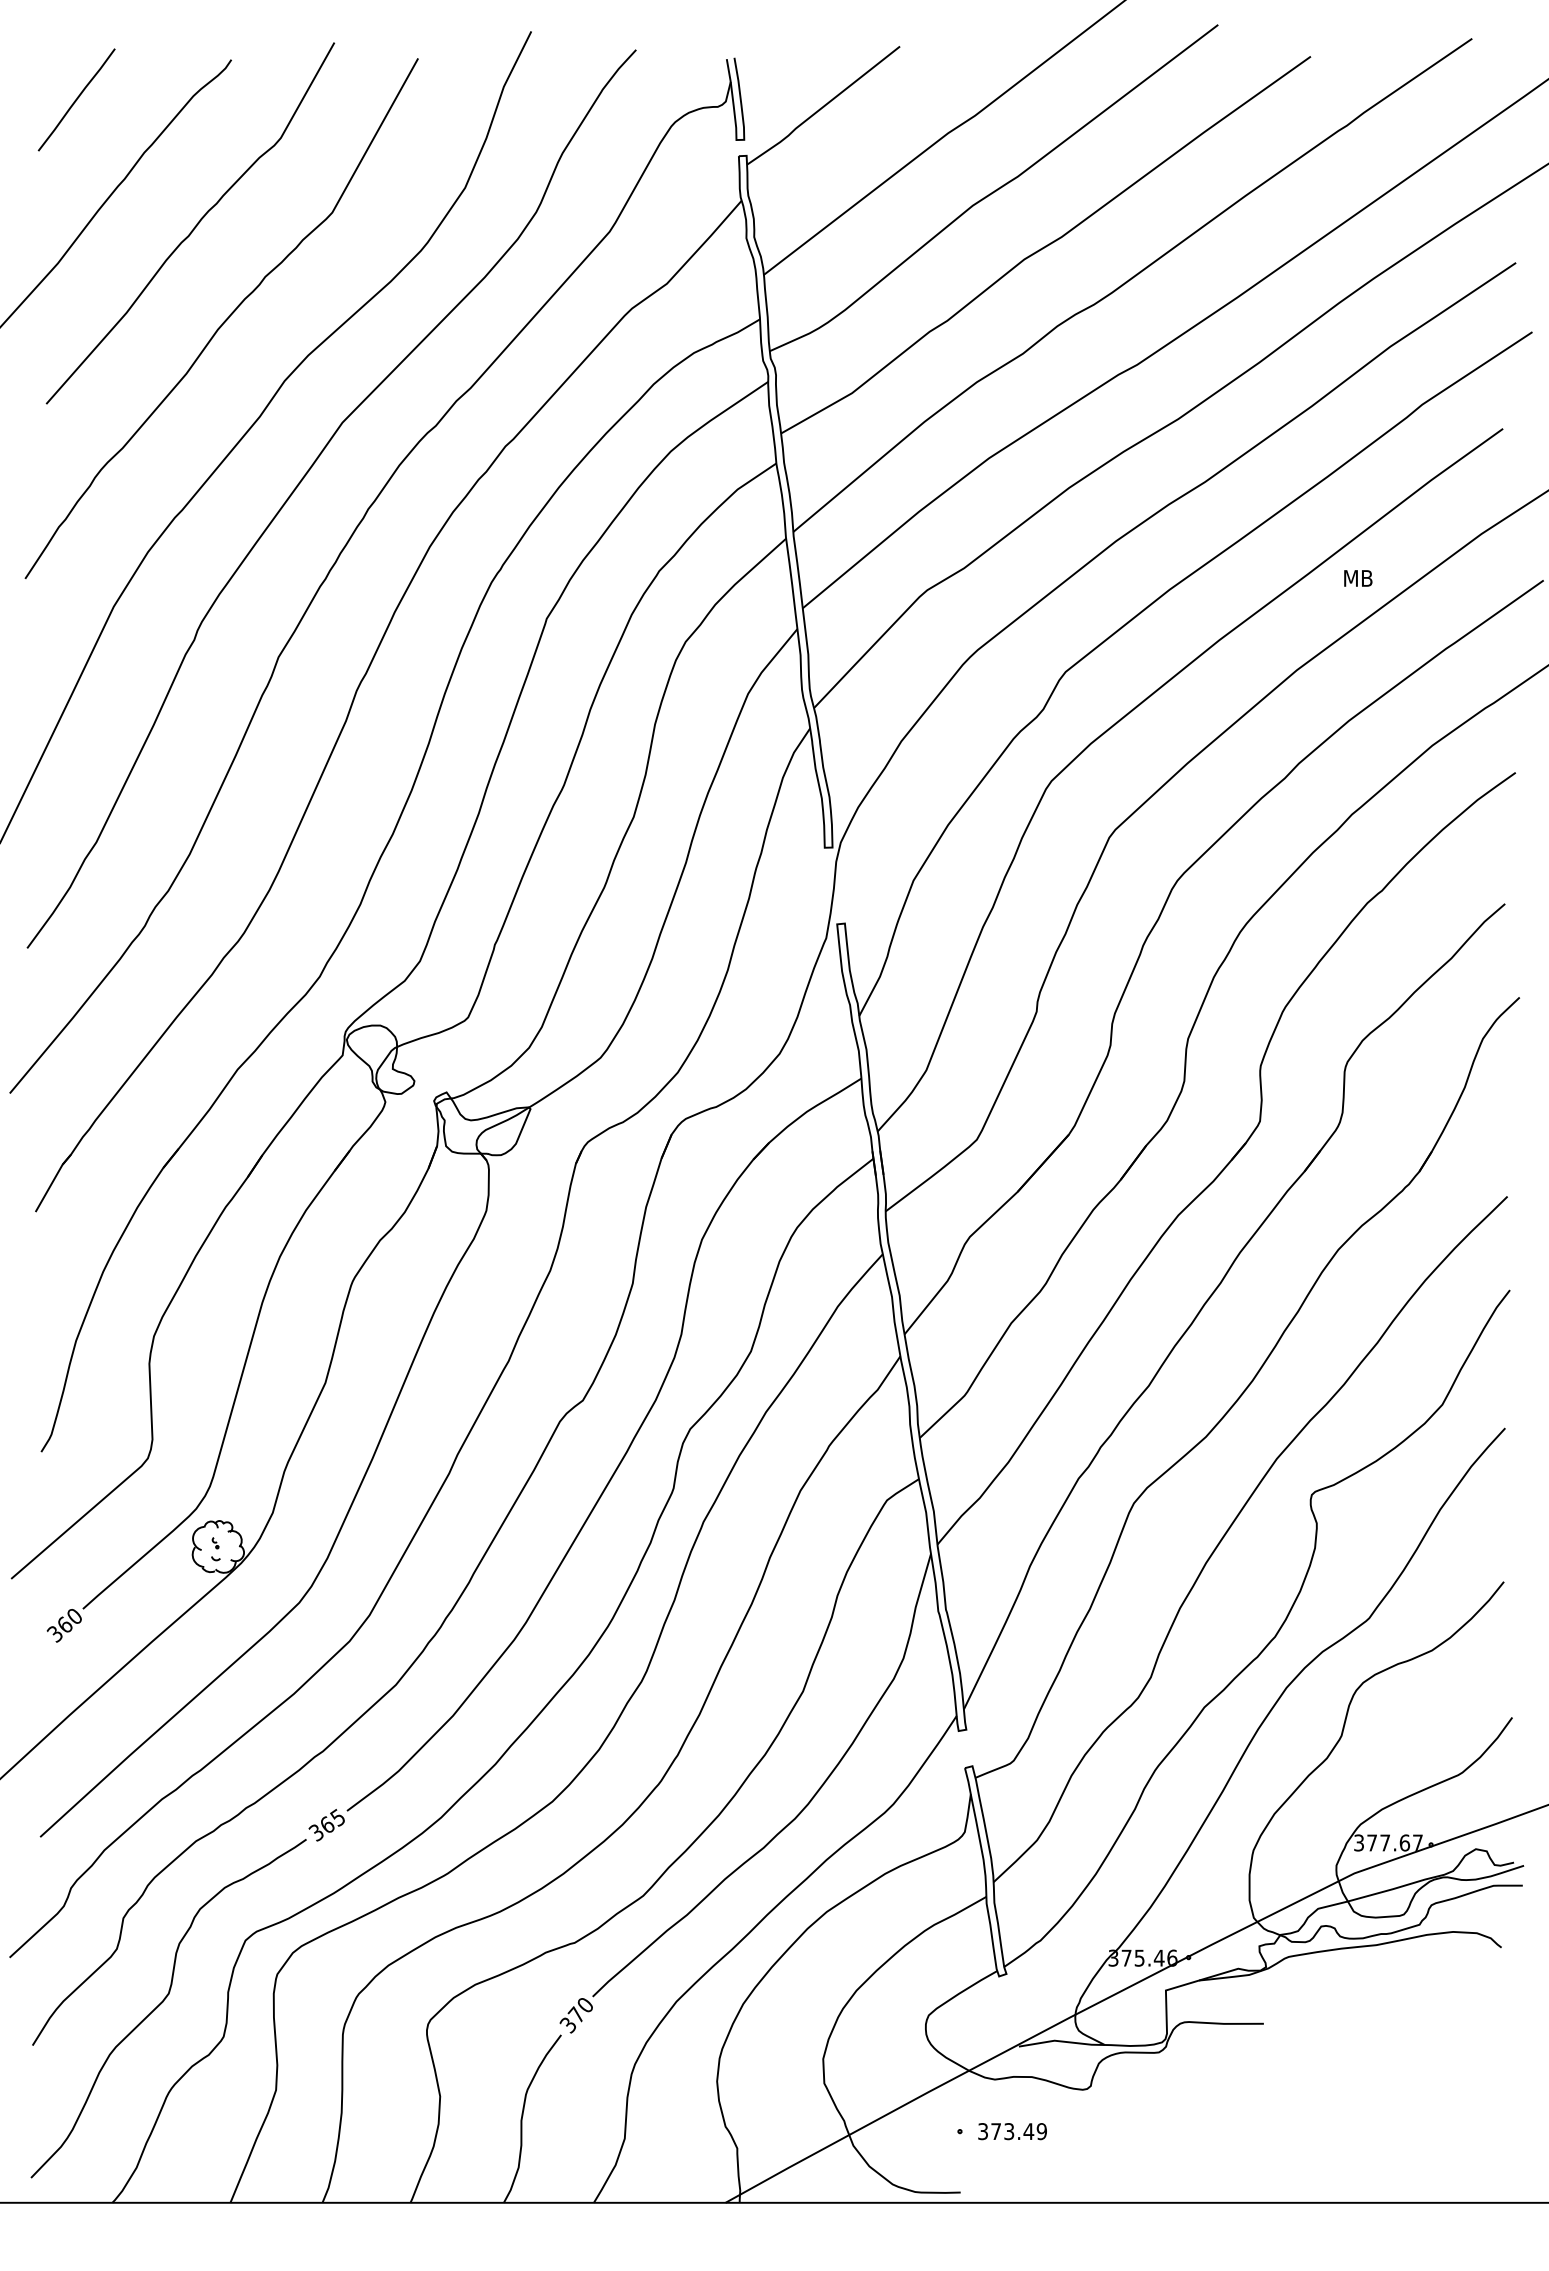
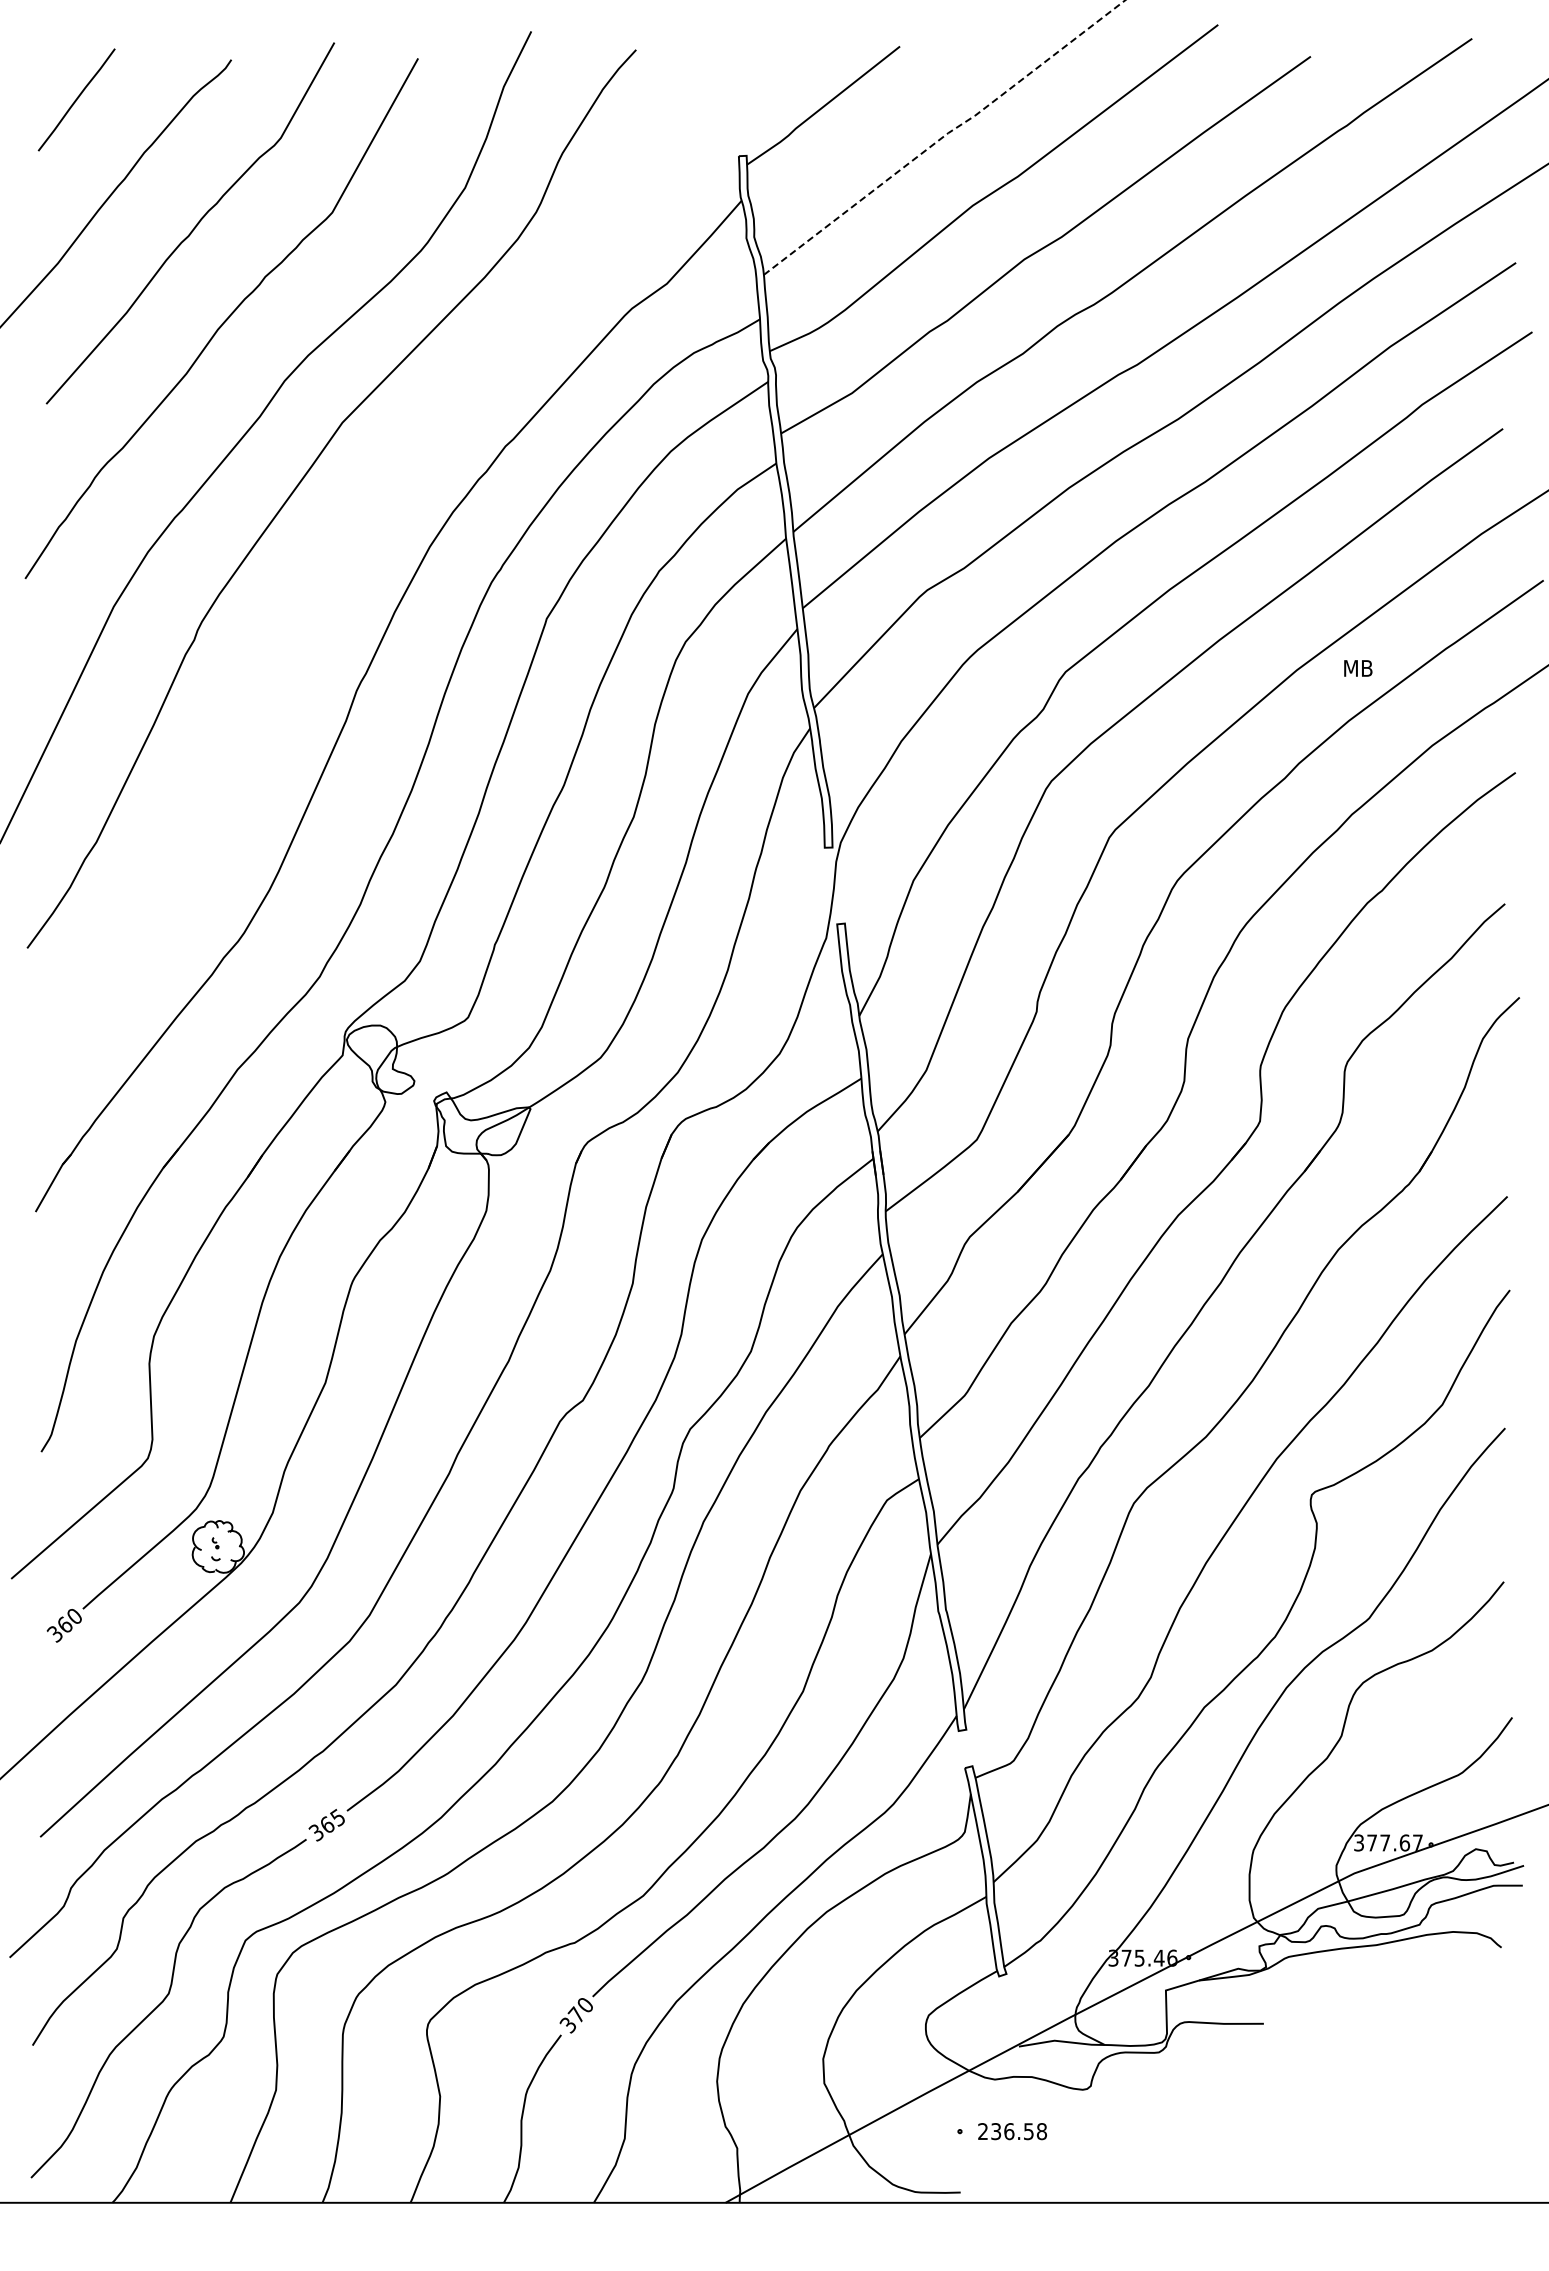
line at (945, 135): solid -> dashed
part at (342, 552): present -> none
text at (1358, 578) position: (1358, 578) -> (1358, 668)
text at (1012, 2131): 373.49 -> 236.58
